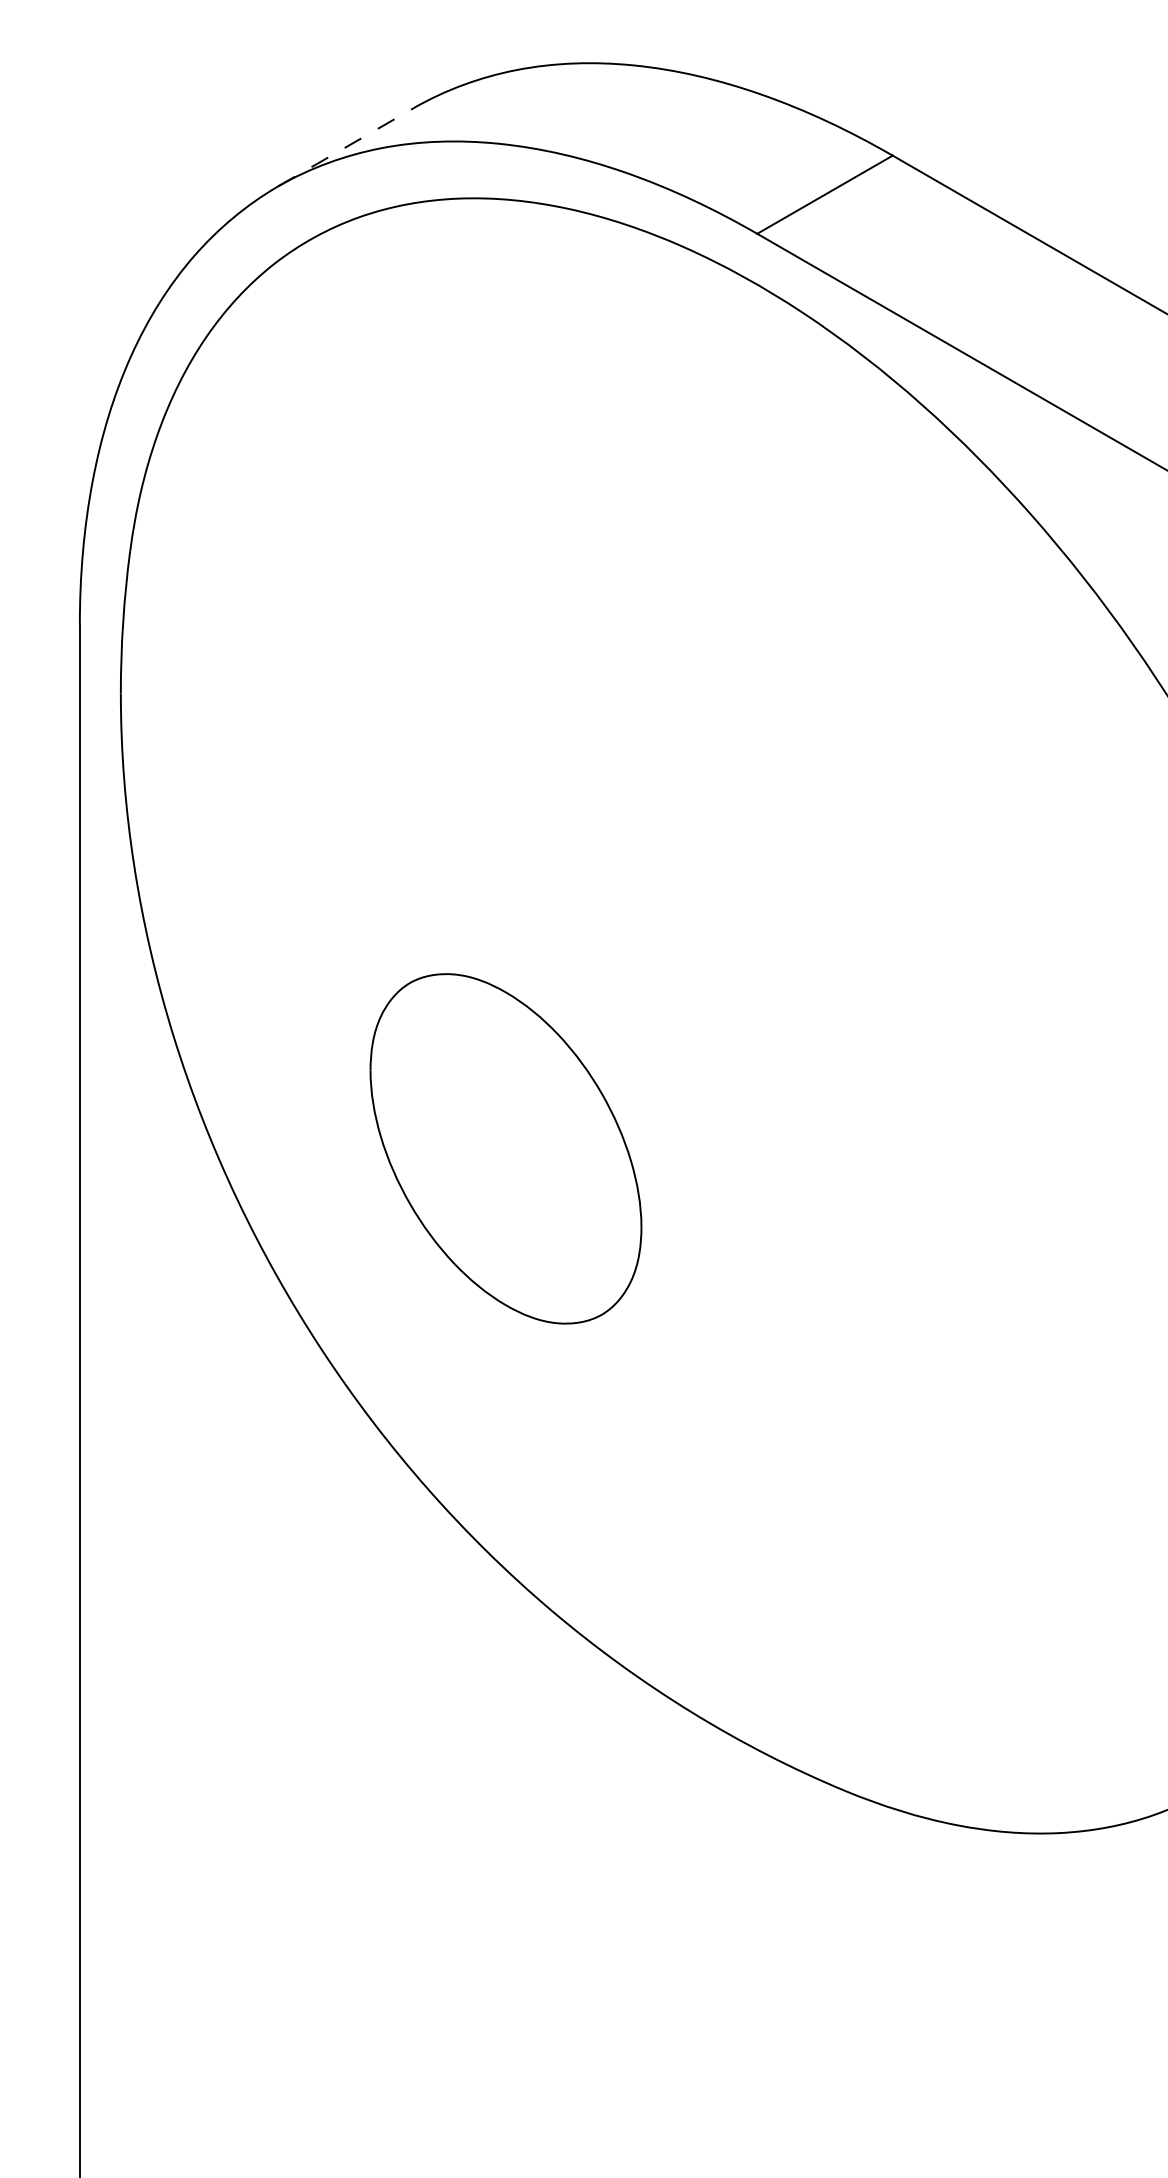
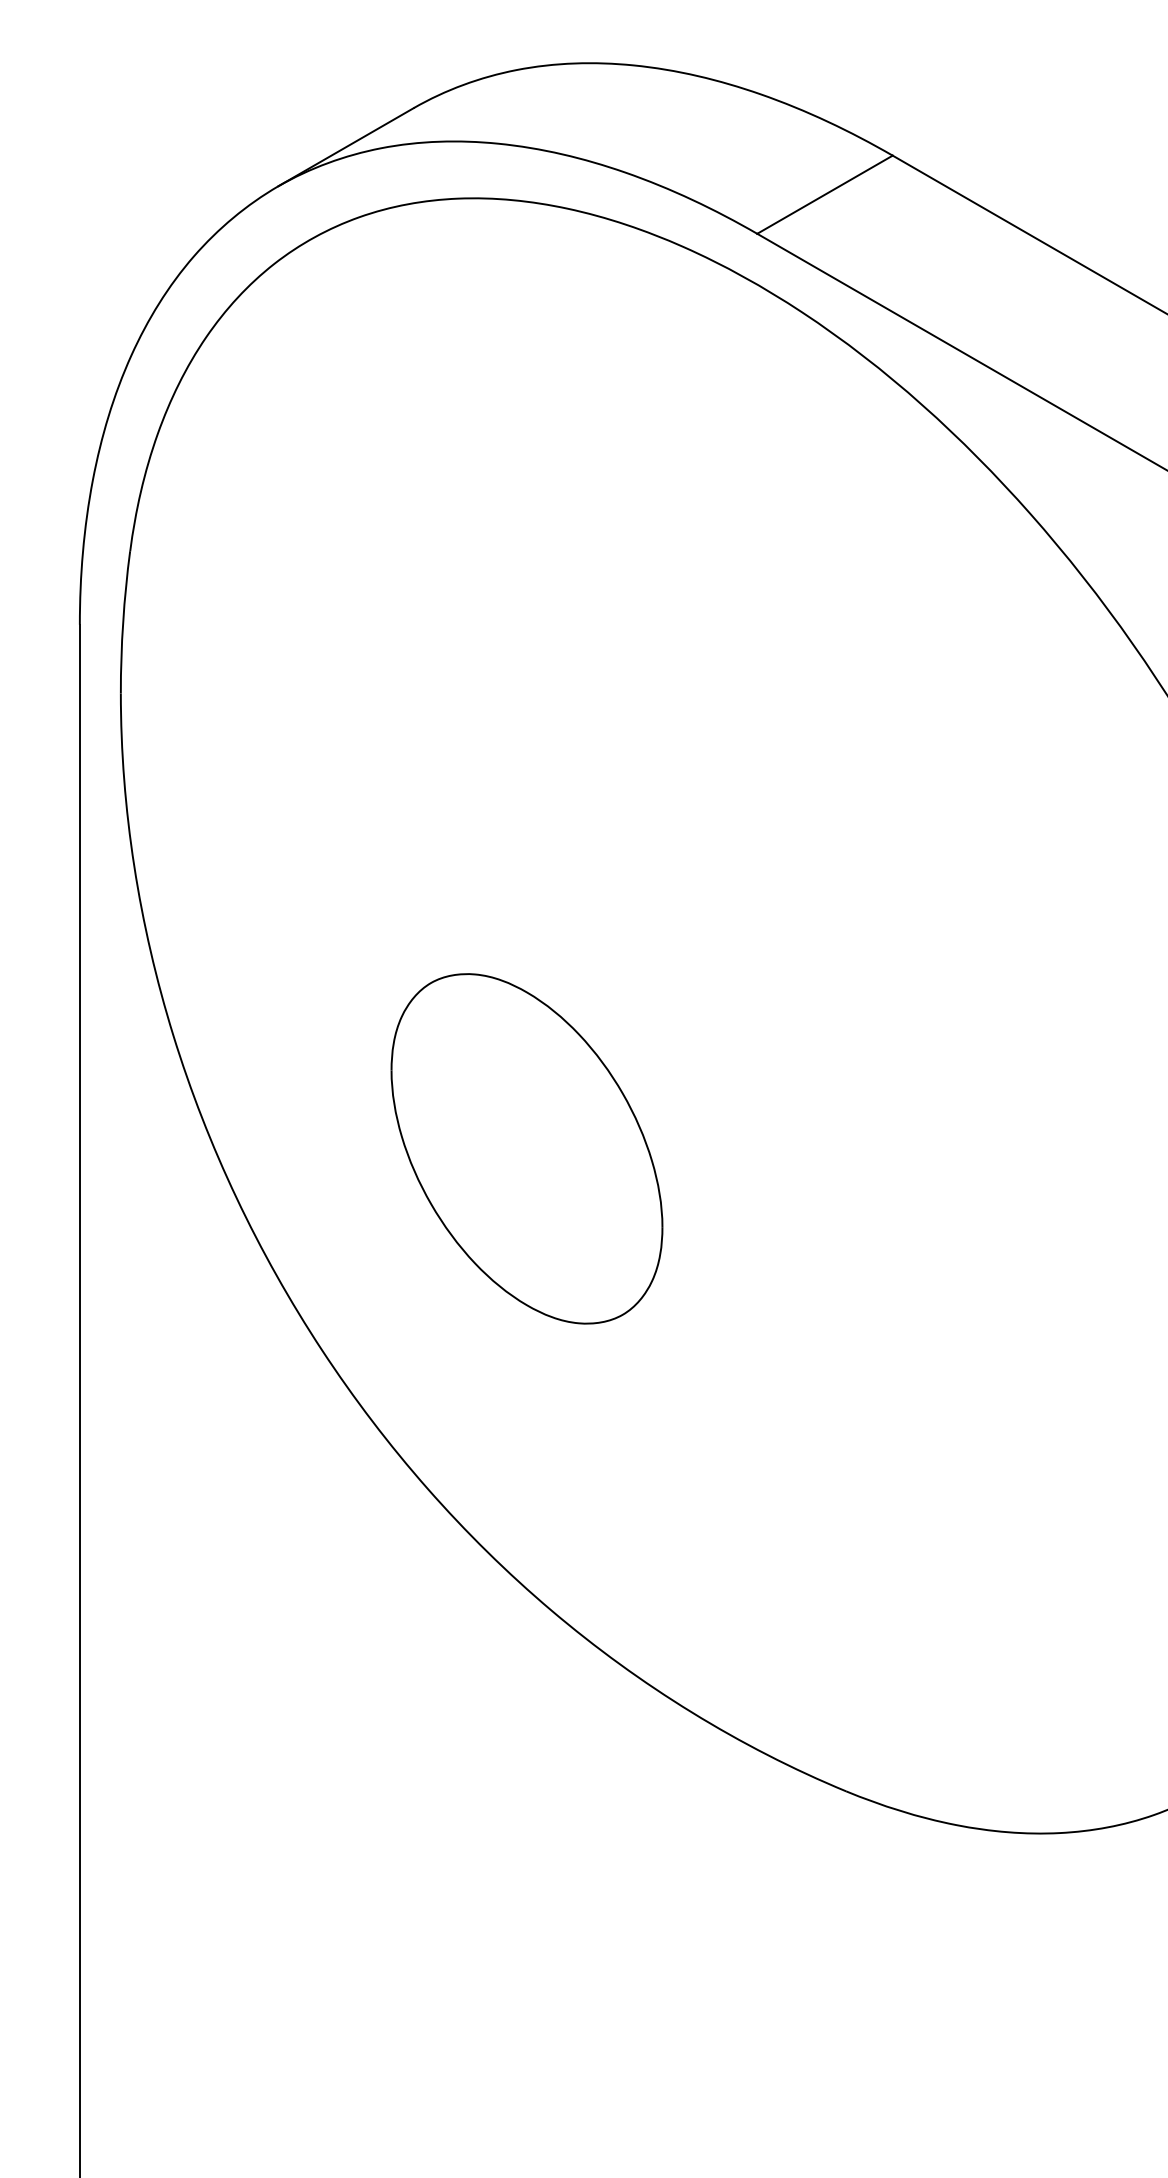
line at (346, 146): dashed -> solid
part at (505, 1148) position: (505, 1148) -> (526, 1148)
